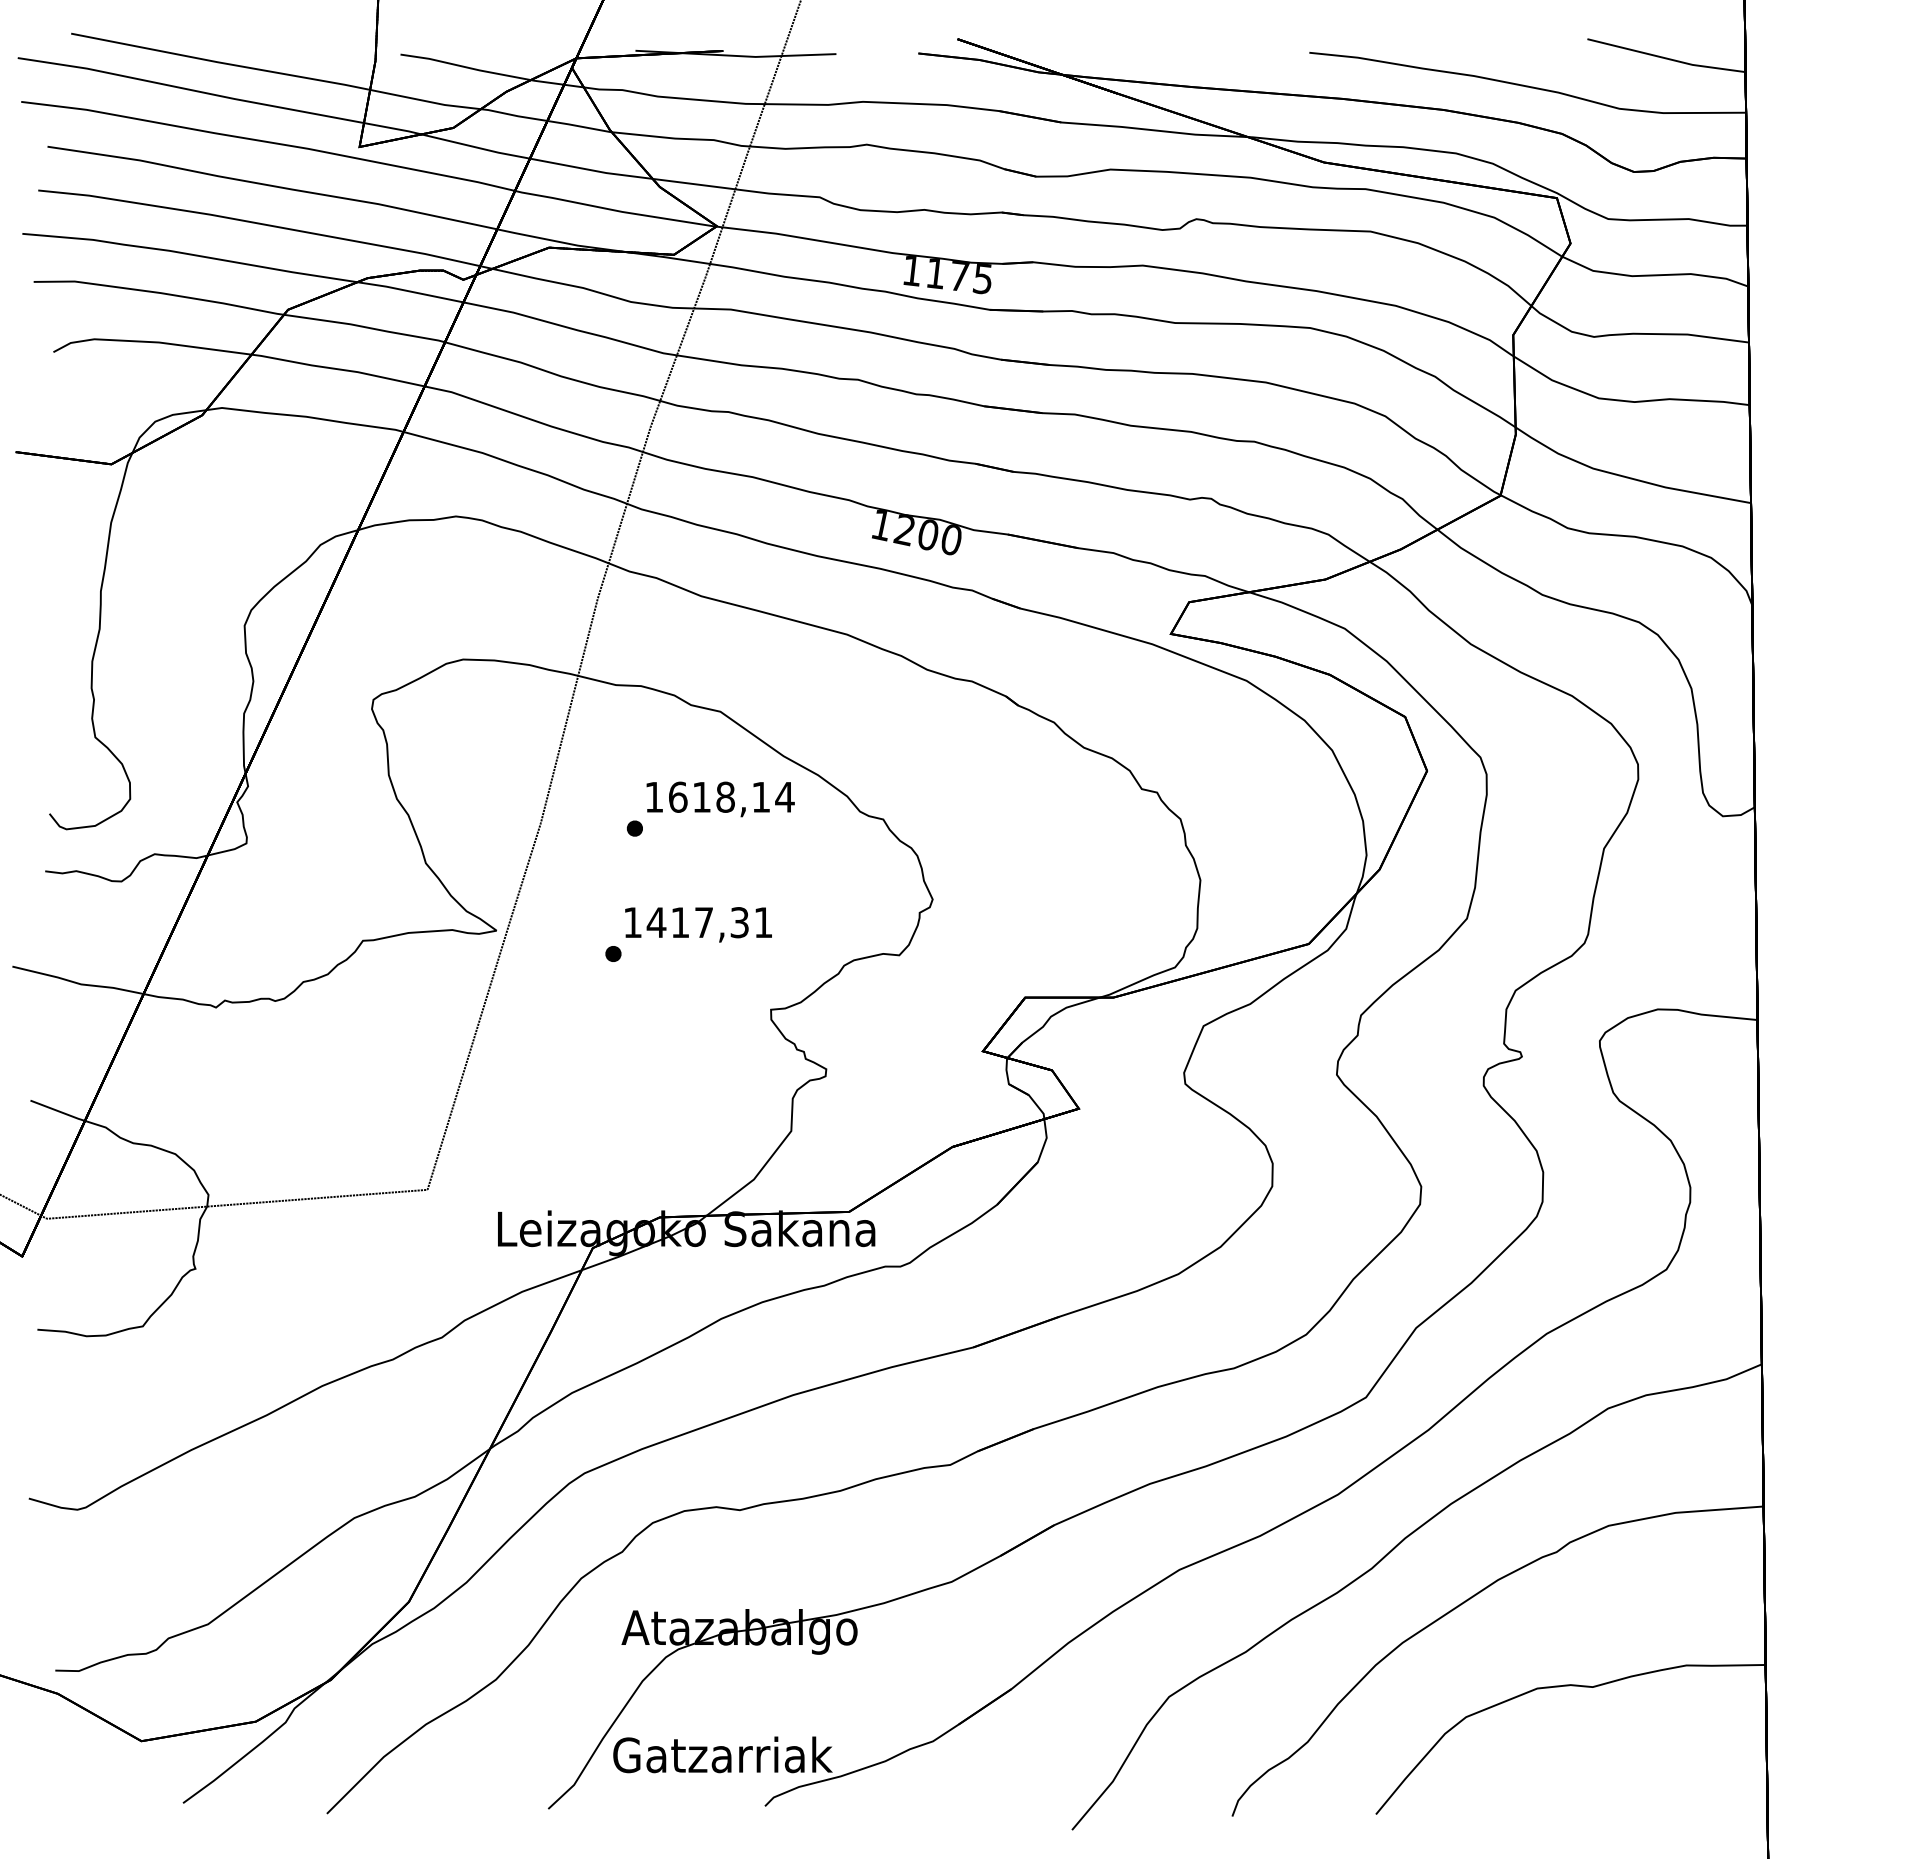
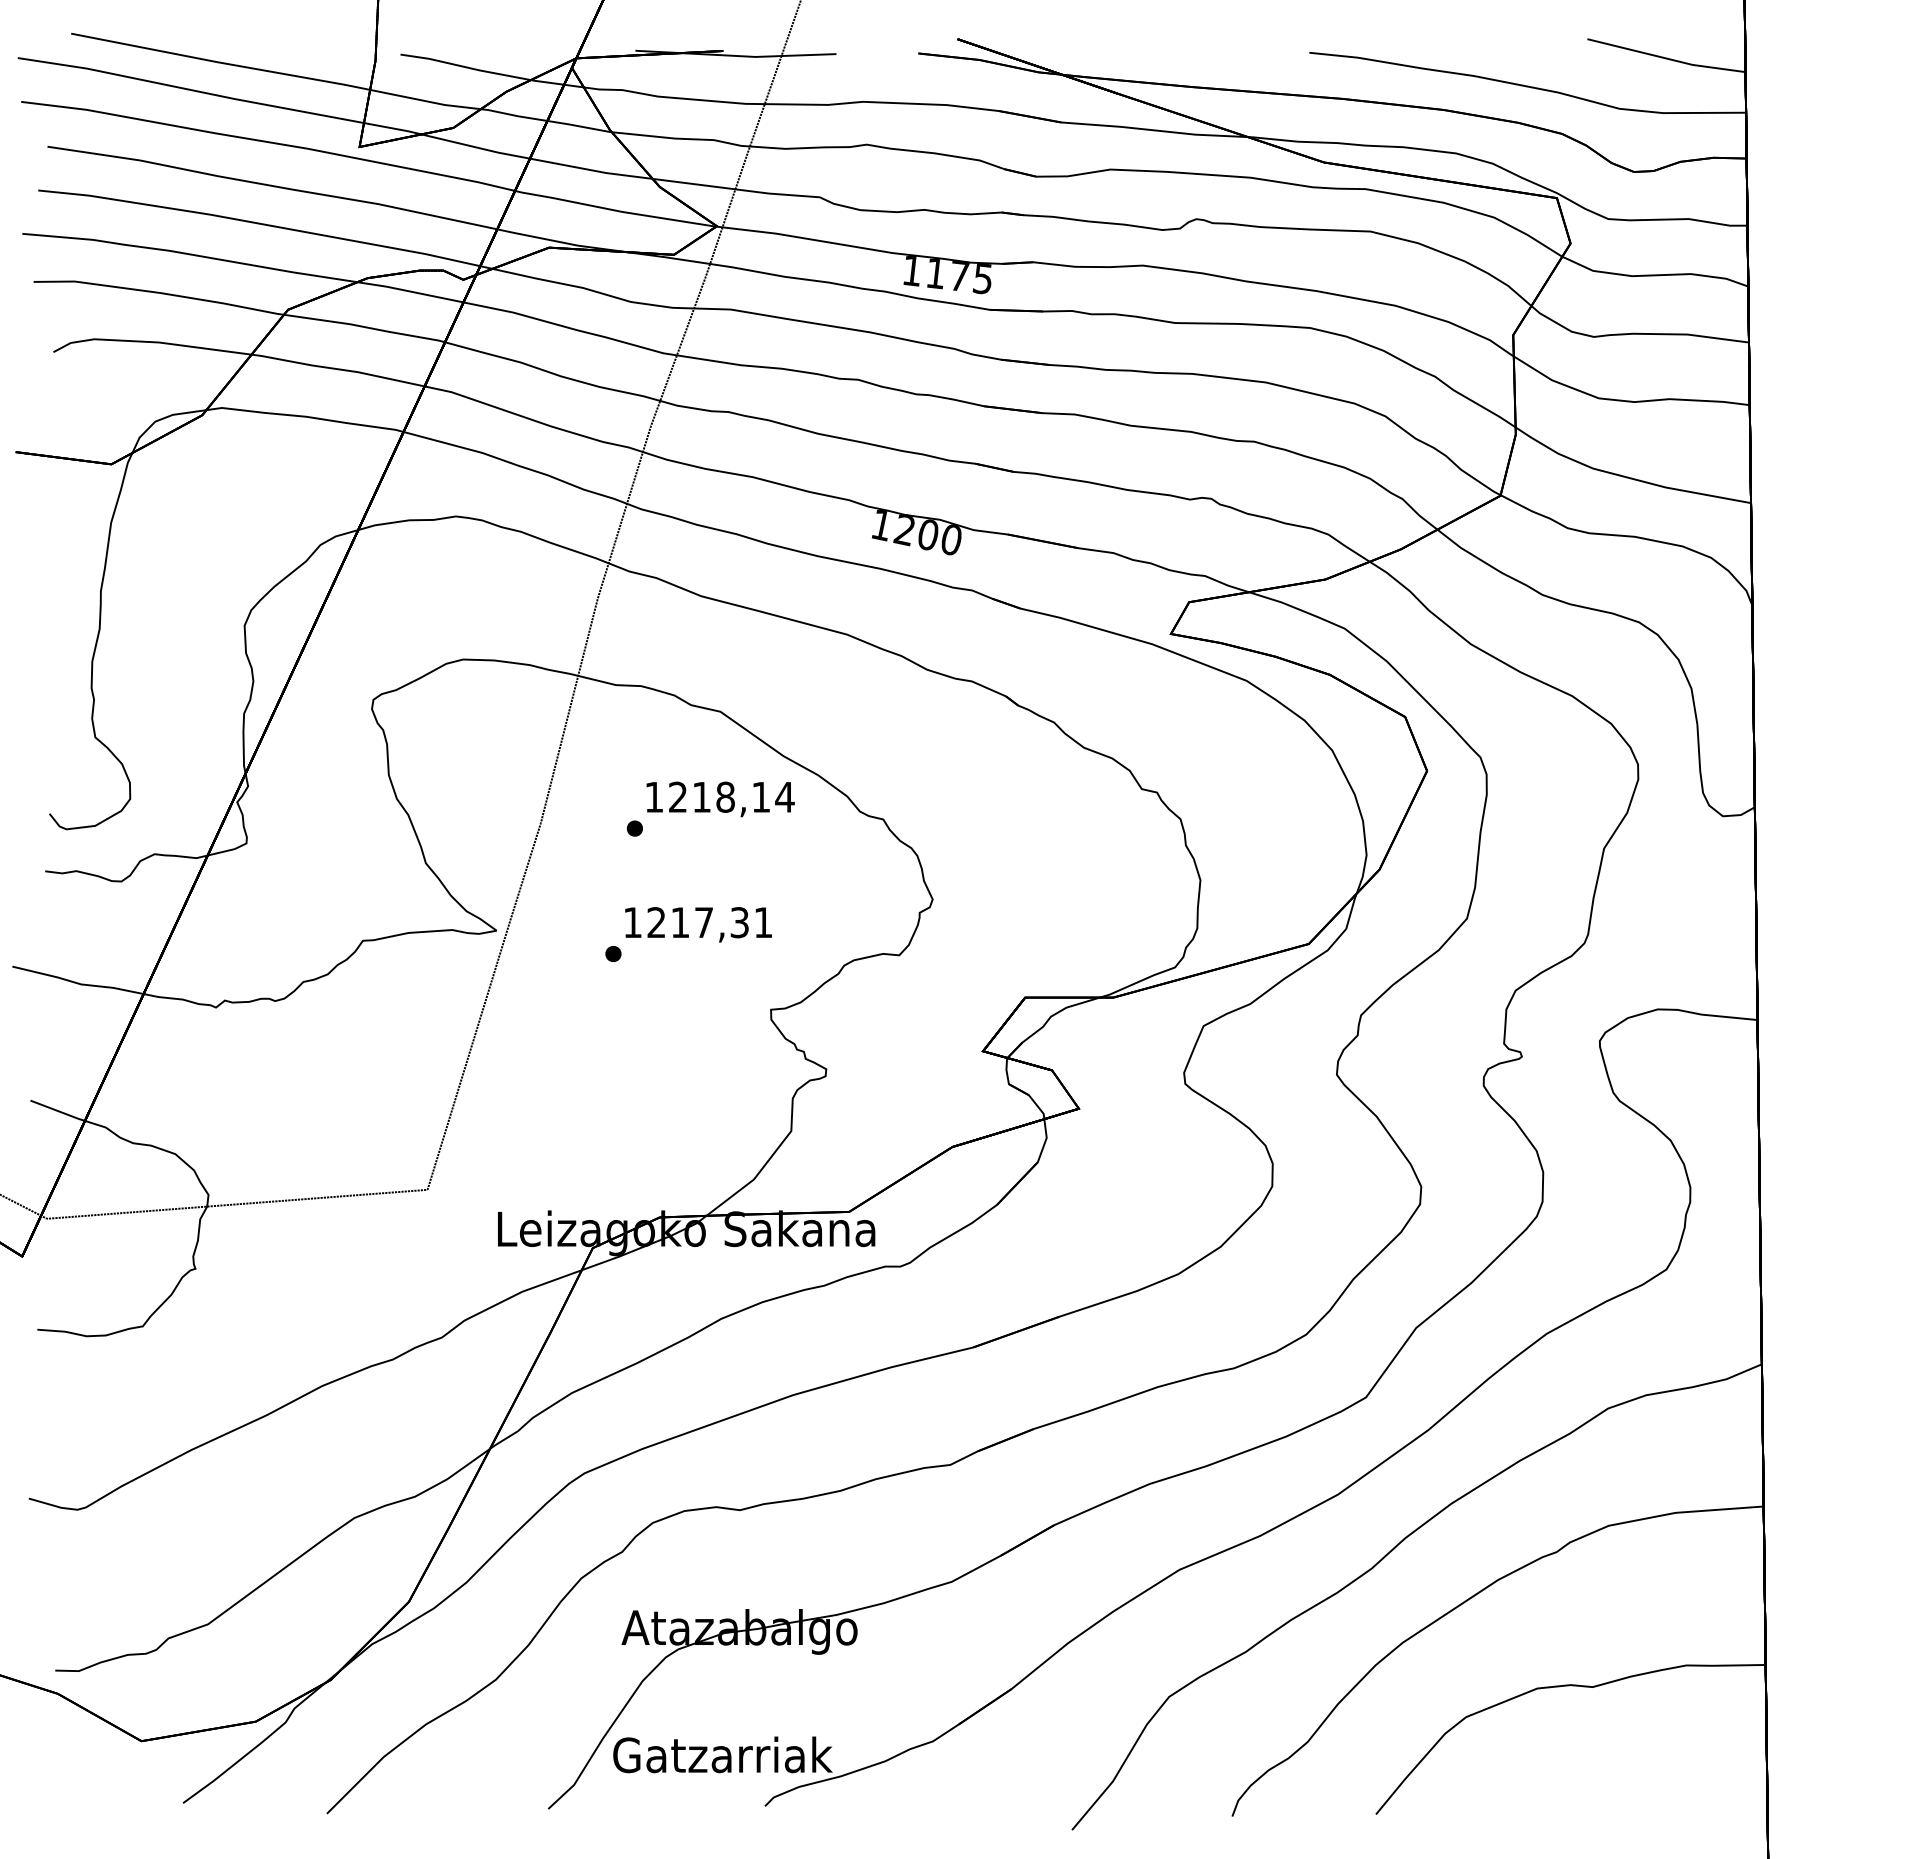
text at (678, 796): 1618,14 -> 1218,14
text at (656, 922): 1417,31 -> 1217,31
